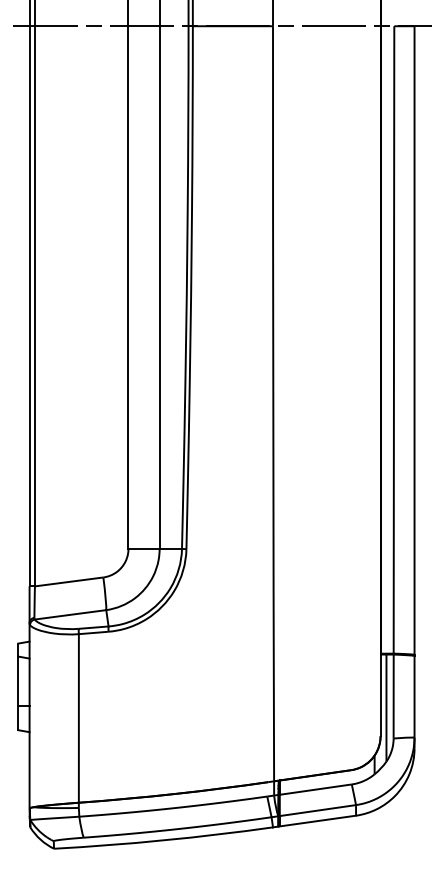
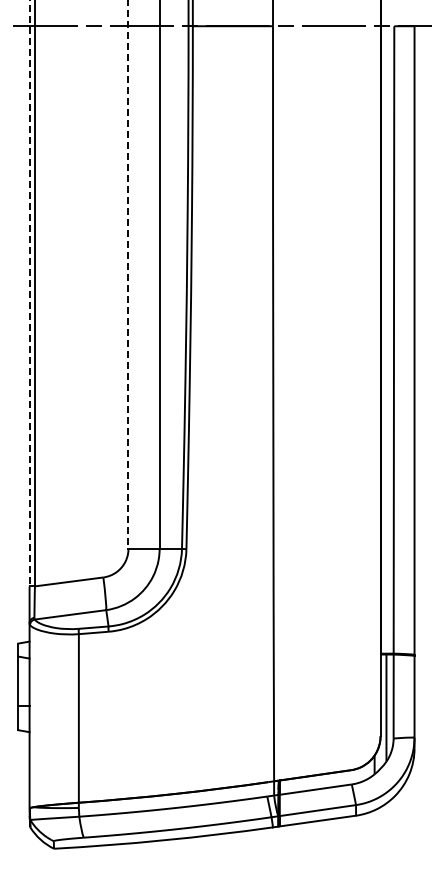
line at (128, 275): solid -> dashed
line at (29, 293): solid -> dashed
